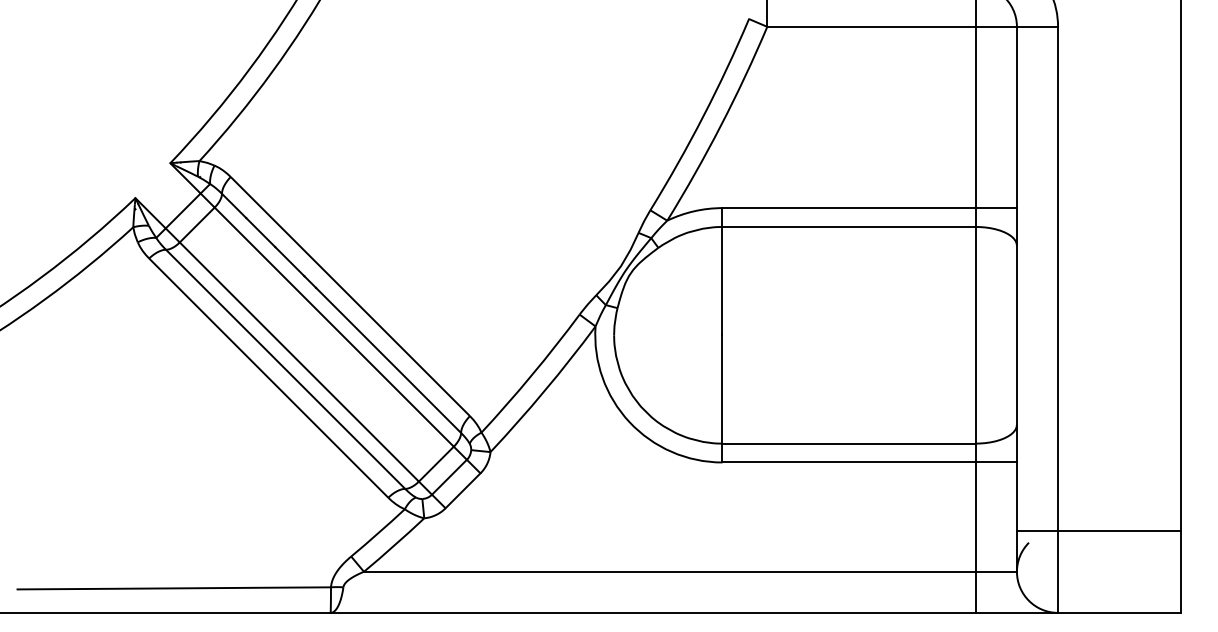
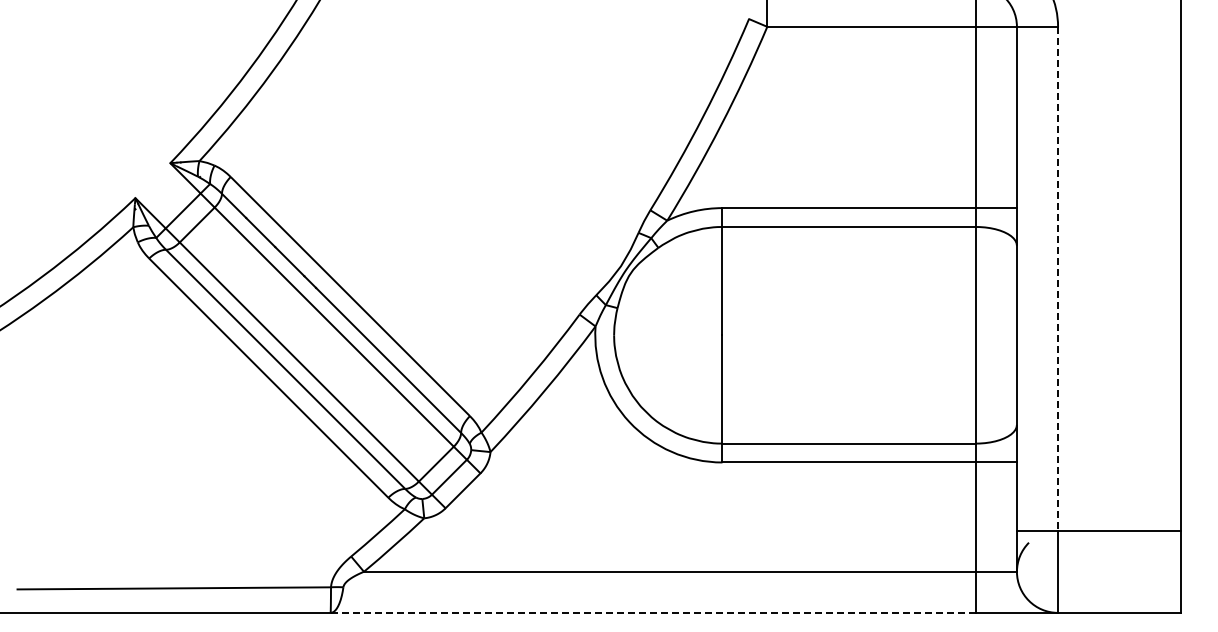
line at (1058, 278): solid -> dashed
line at (653, 612): solid -> dashed
